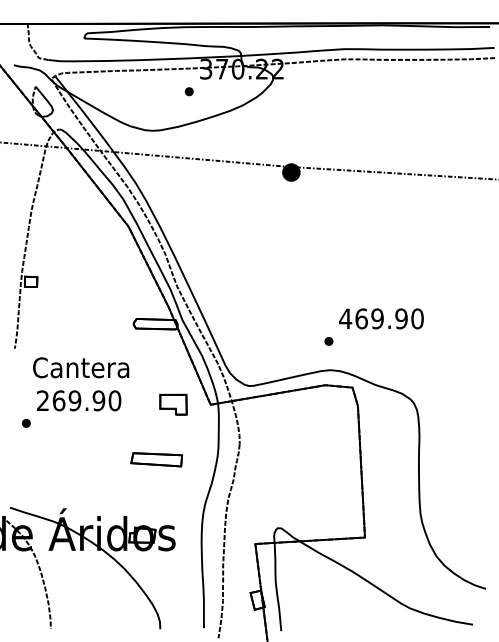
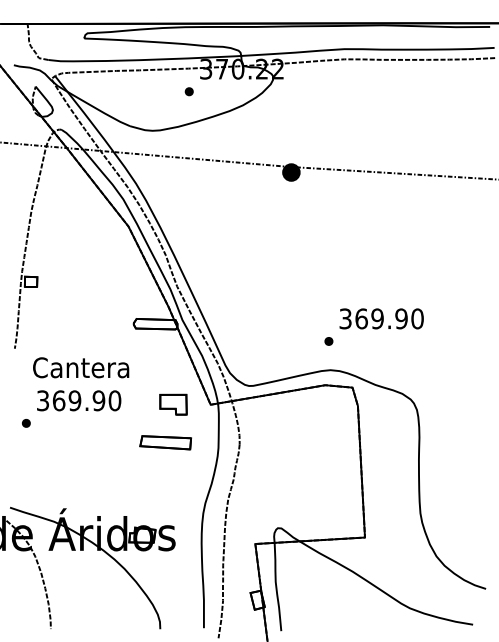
text at (345, 318): 469.90 -> 369.90
text at (42, 400): 269.90 -> 369.90
part at (156, 459) position: (156, 459) -> (165, 442)
